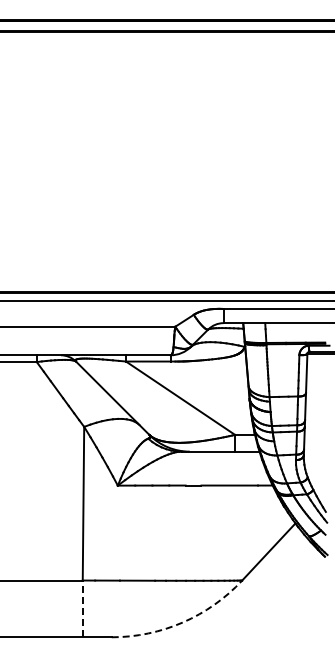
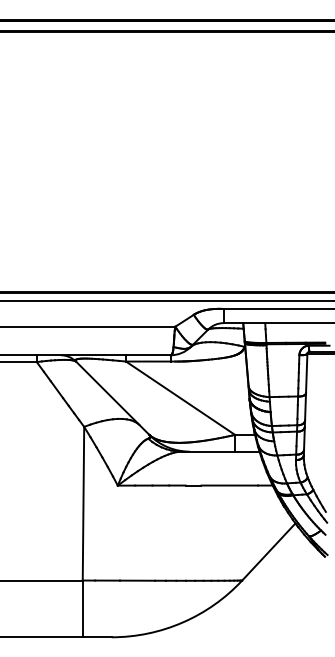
line at (82, 608): dashed -> solid
arc at (182, 622): dashed -> solid
